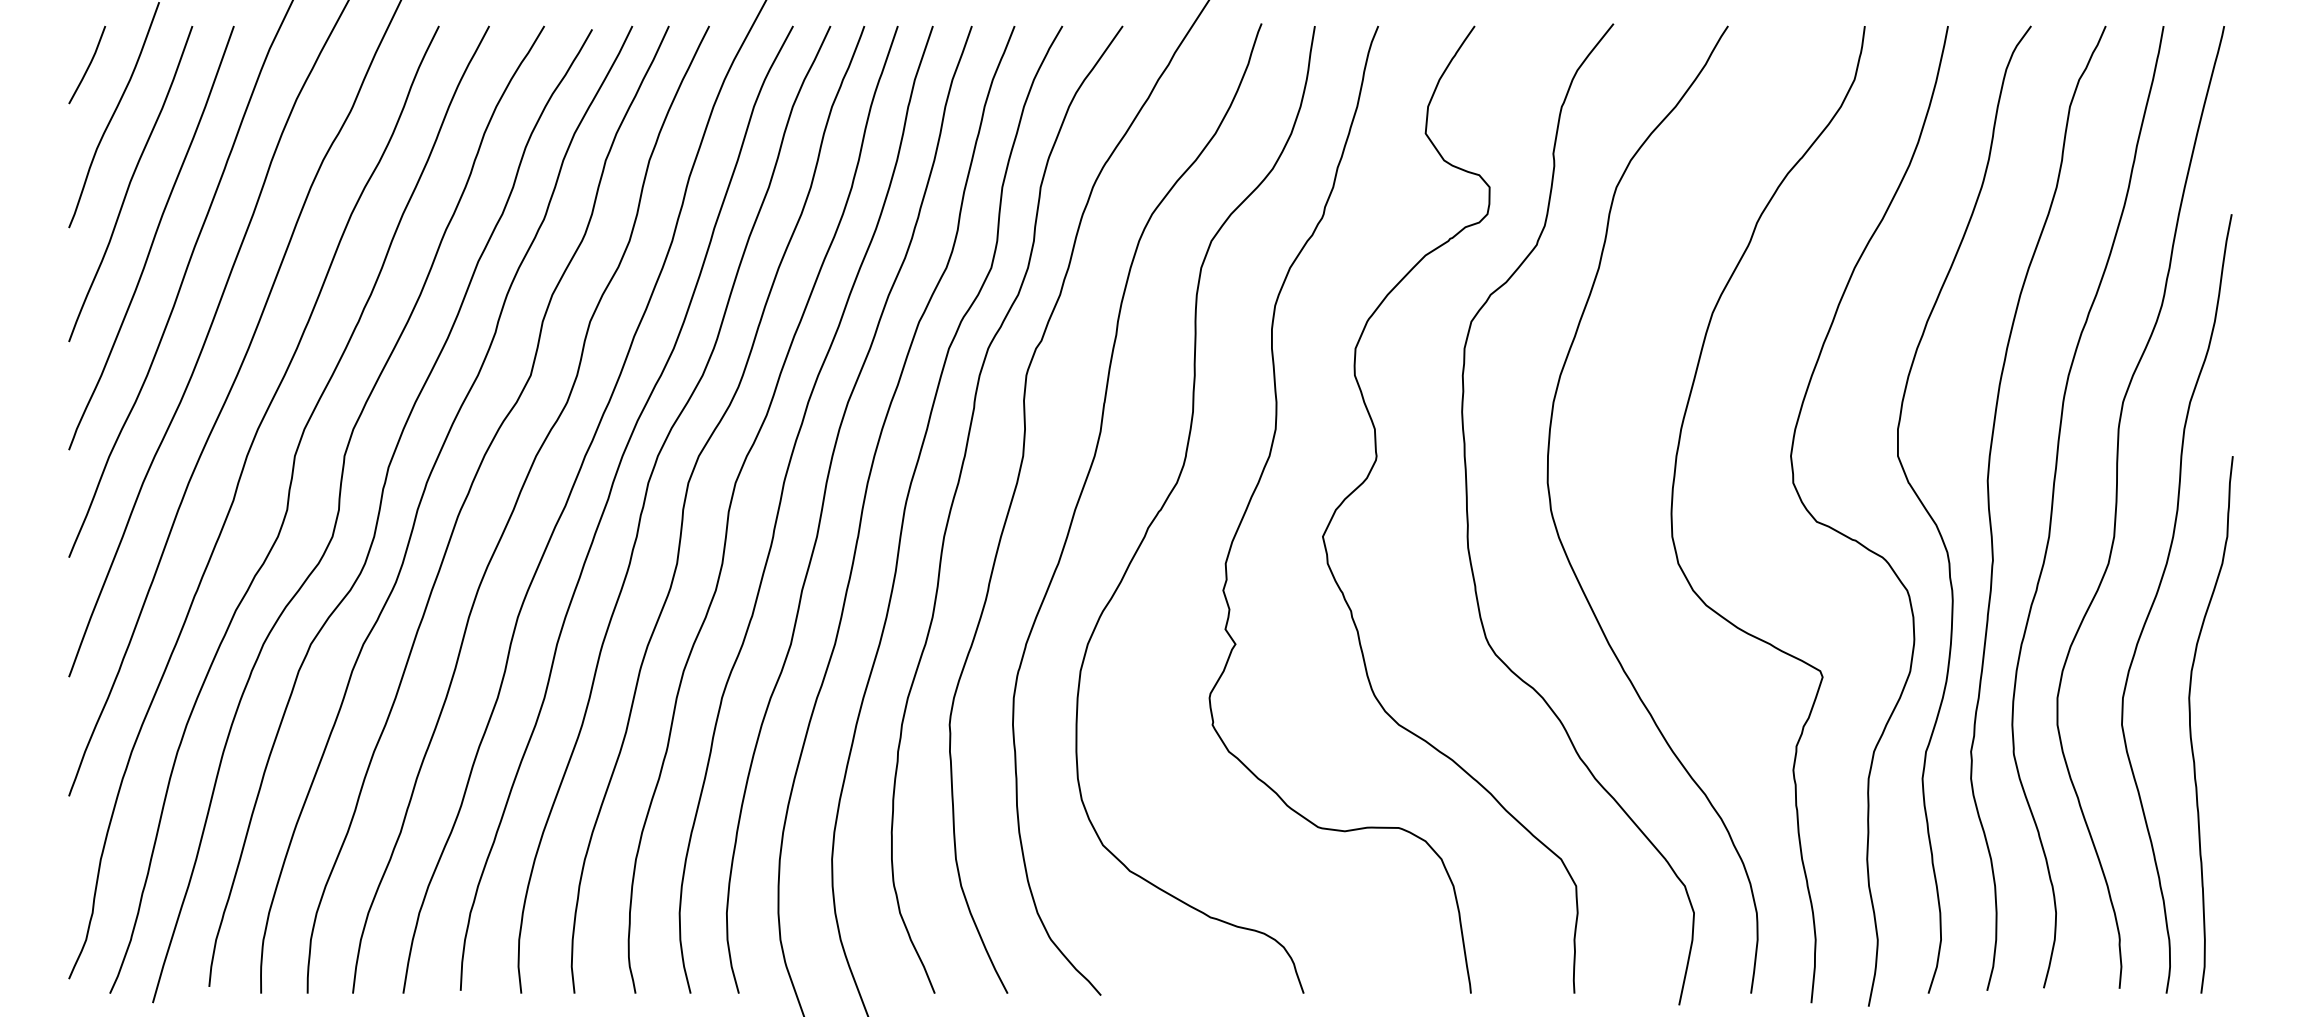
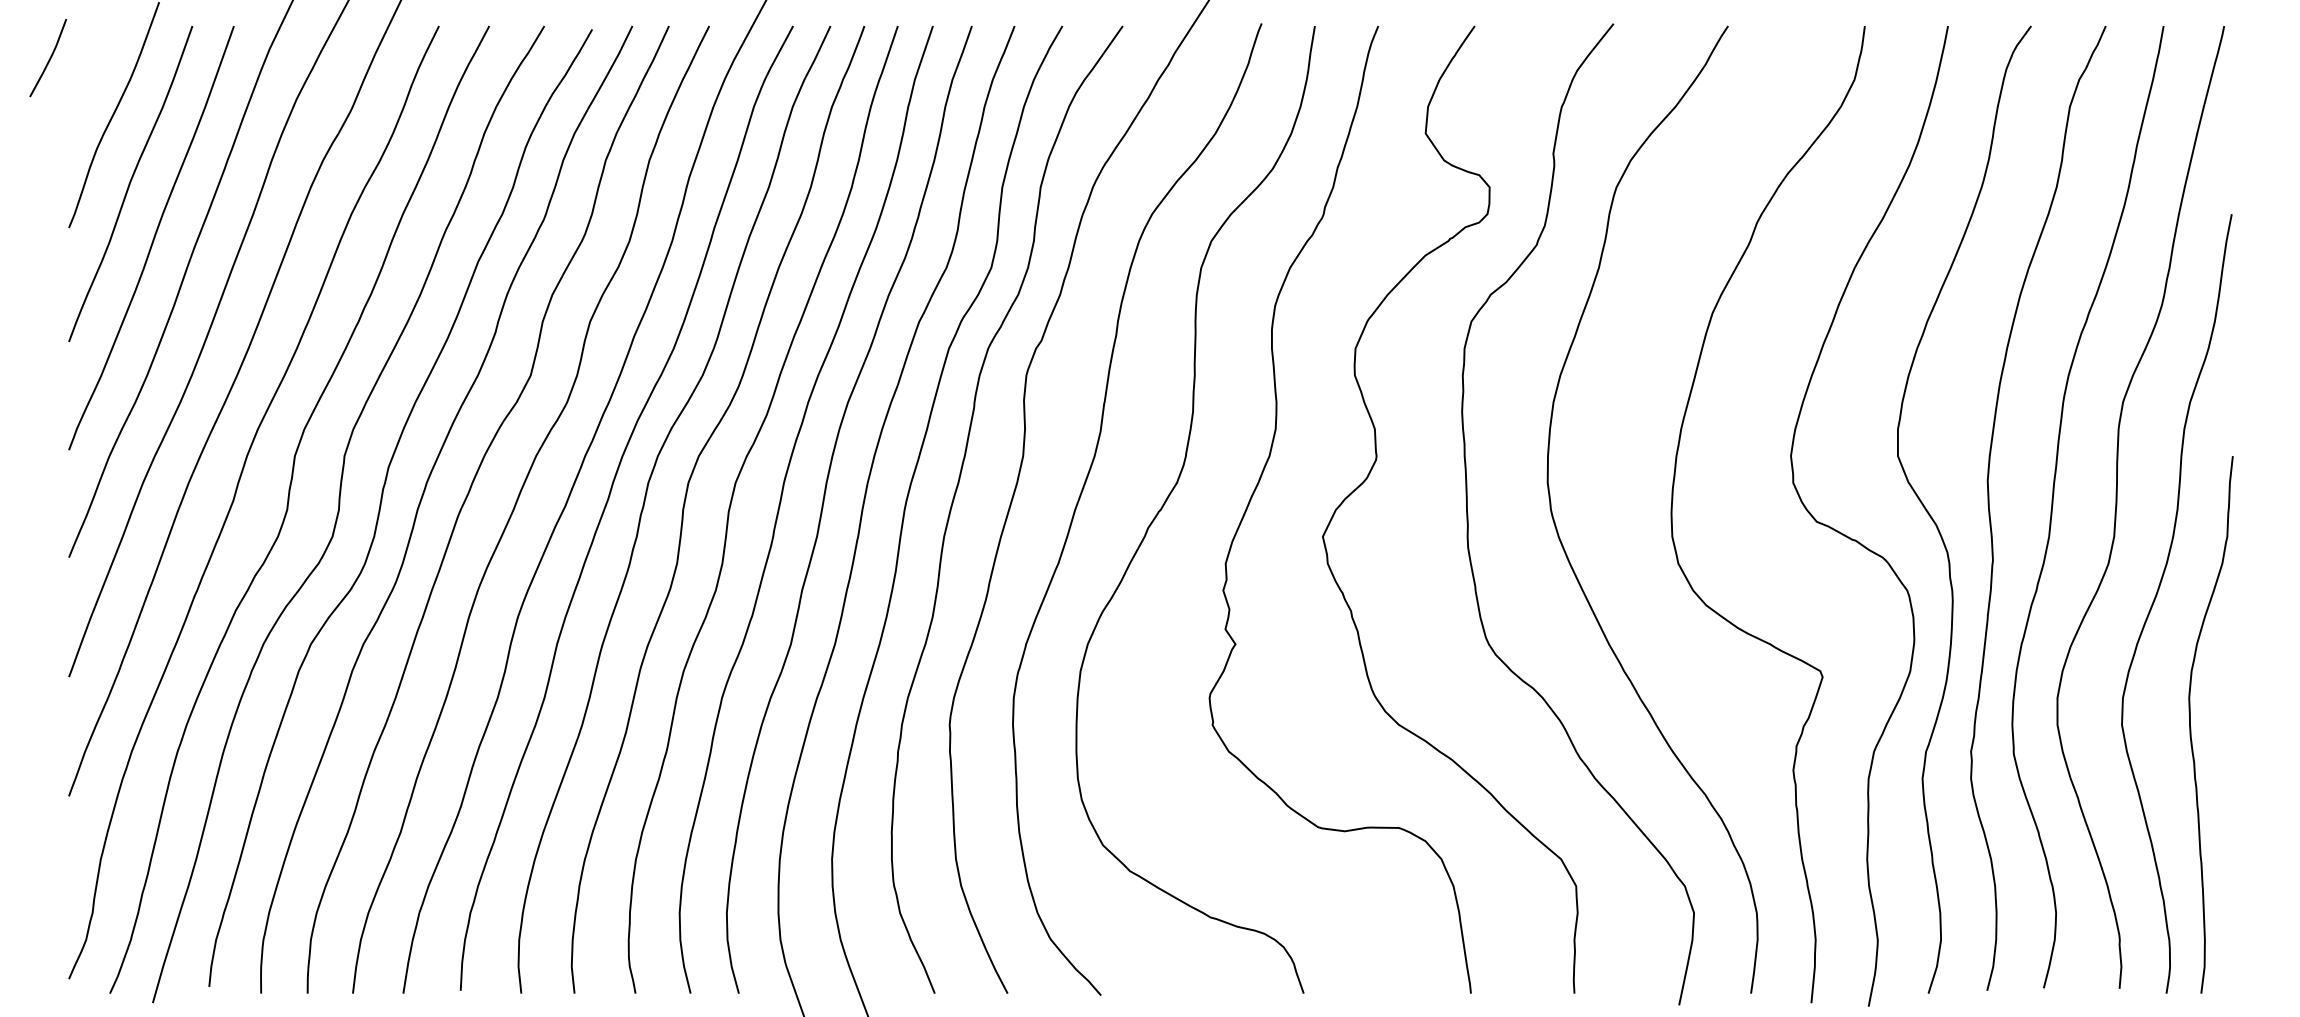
line at (88, 64) position: (88, 64) -> (49, 57)
